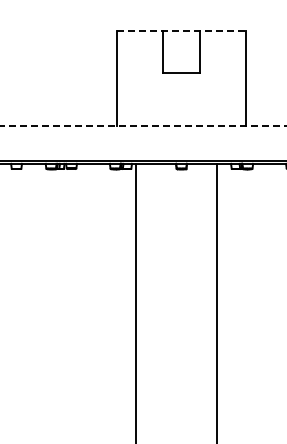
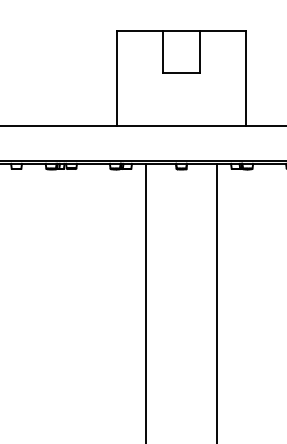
line at (182, 30): dashed -> solid
line at (143, 126): dashed -> solid
line at (136, 301) position: (136, 301) -> (146, 301)
